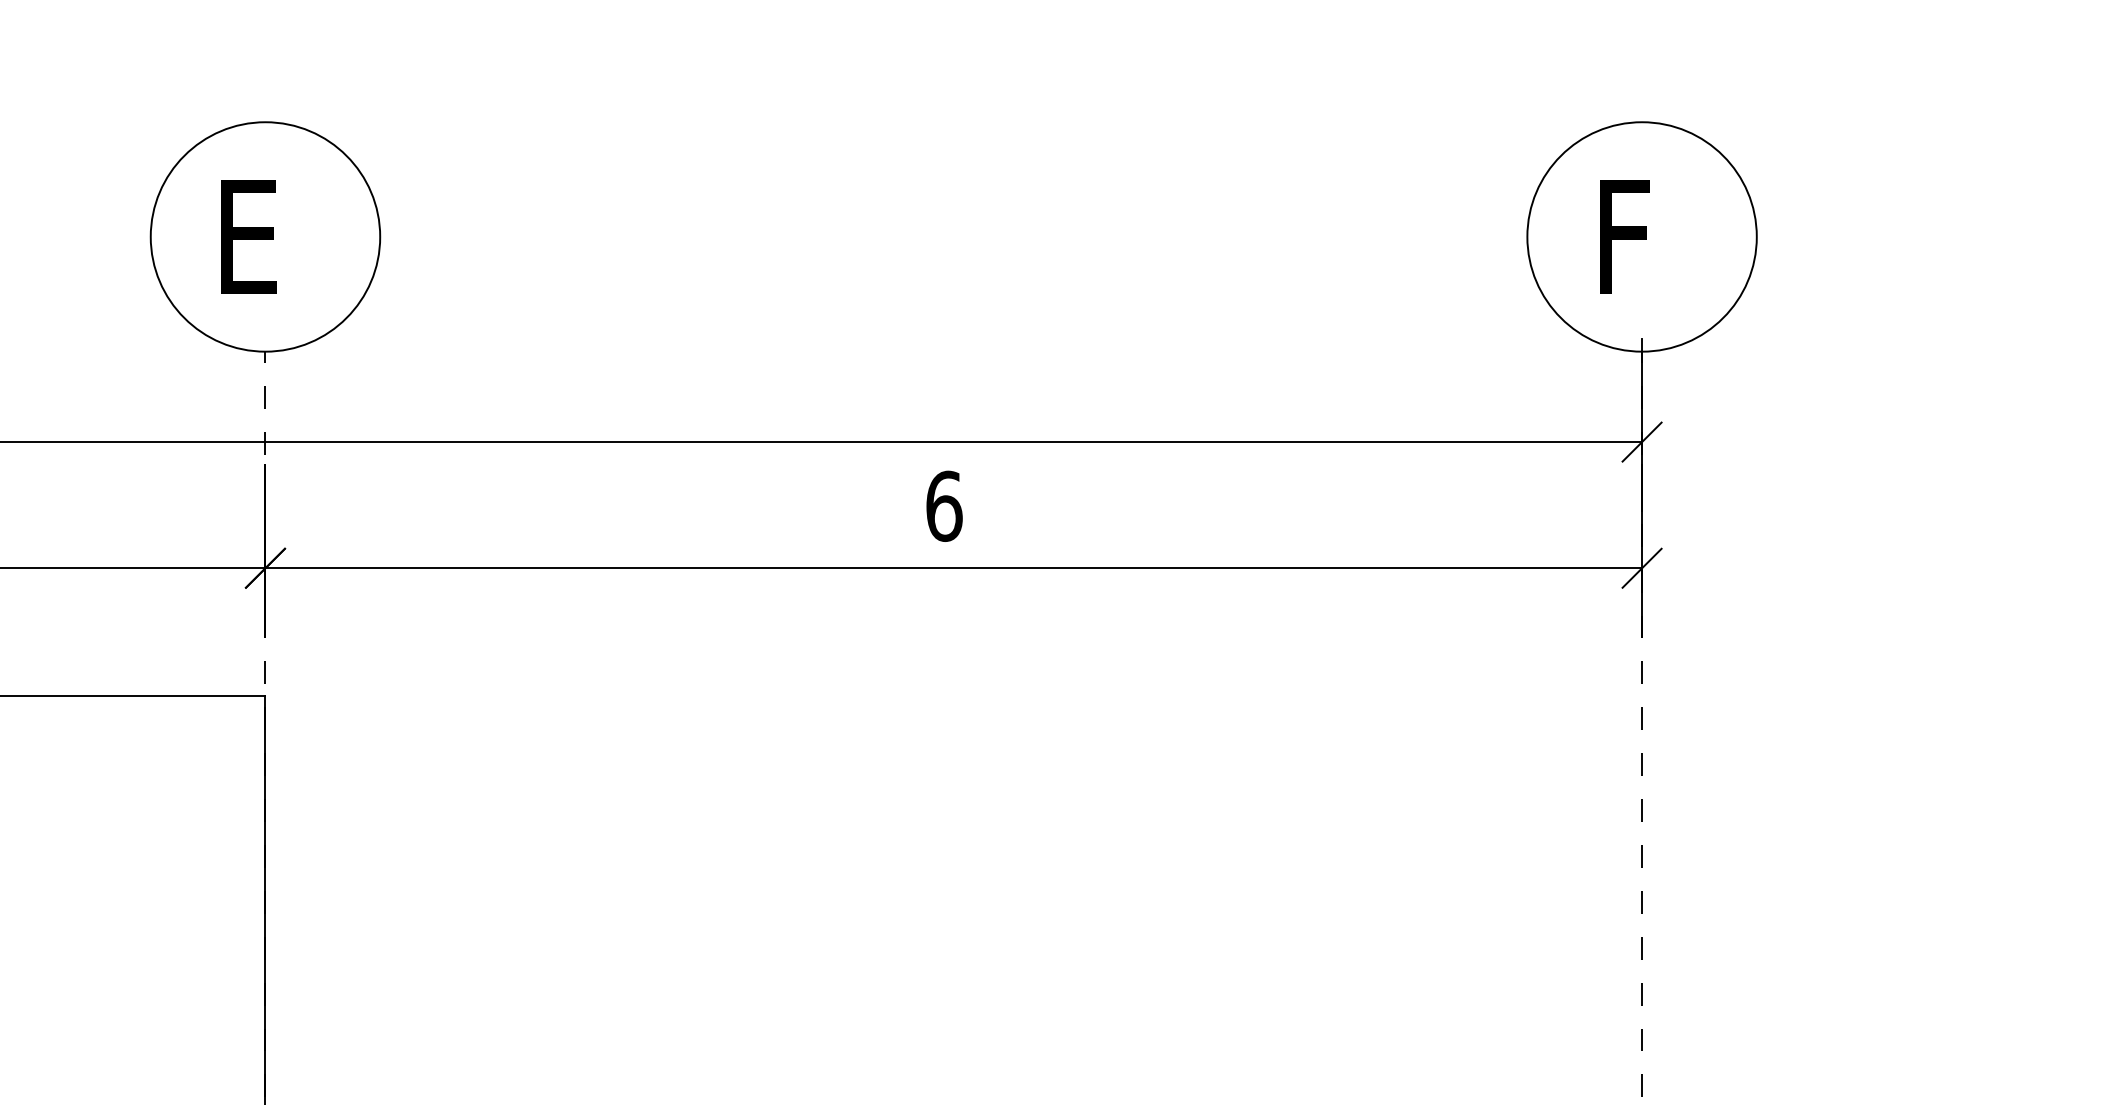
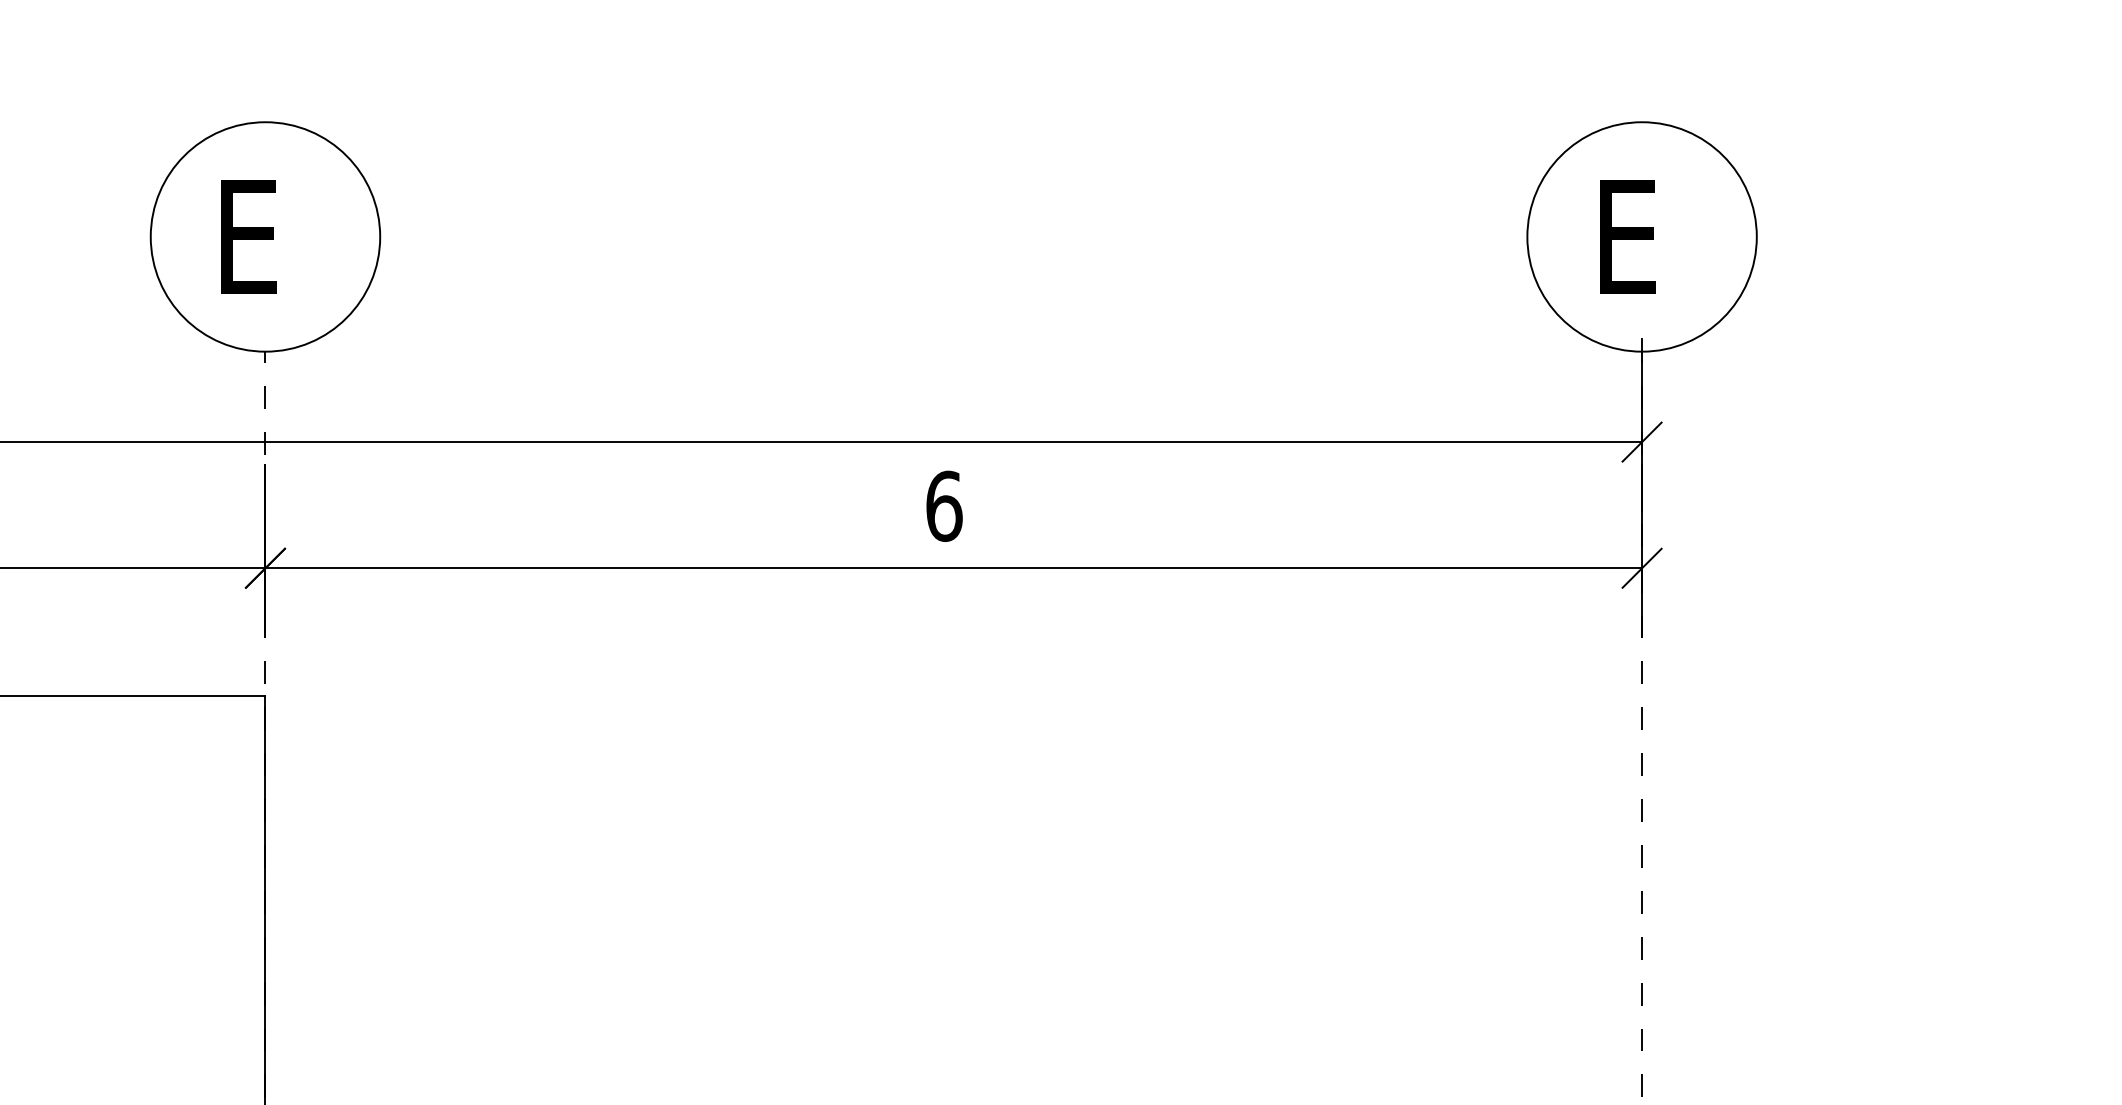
text at (1633, 236): F -> E
